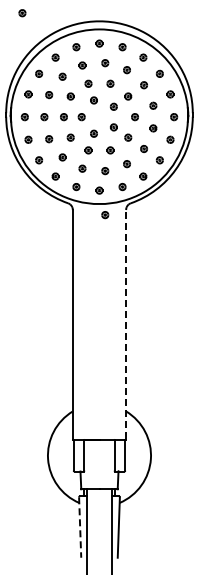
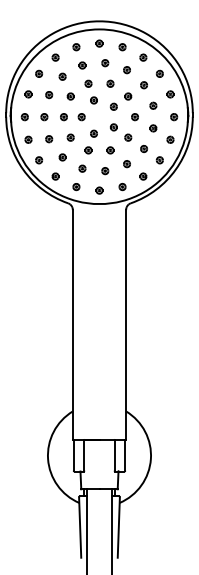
part at (22, 13): present -> none
part at (105, 215): present -> none
line at (126, 324): dashed -> solid
line at (80, 528): dashed -> solid
